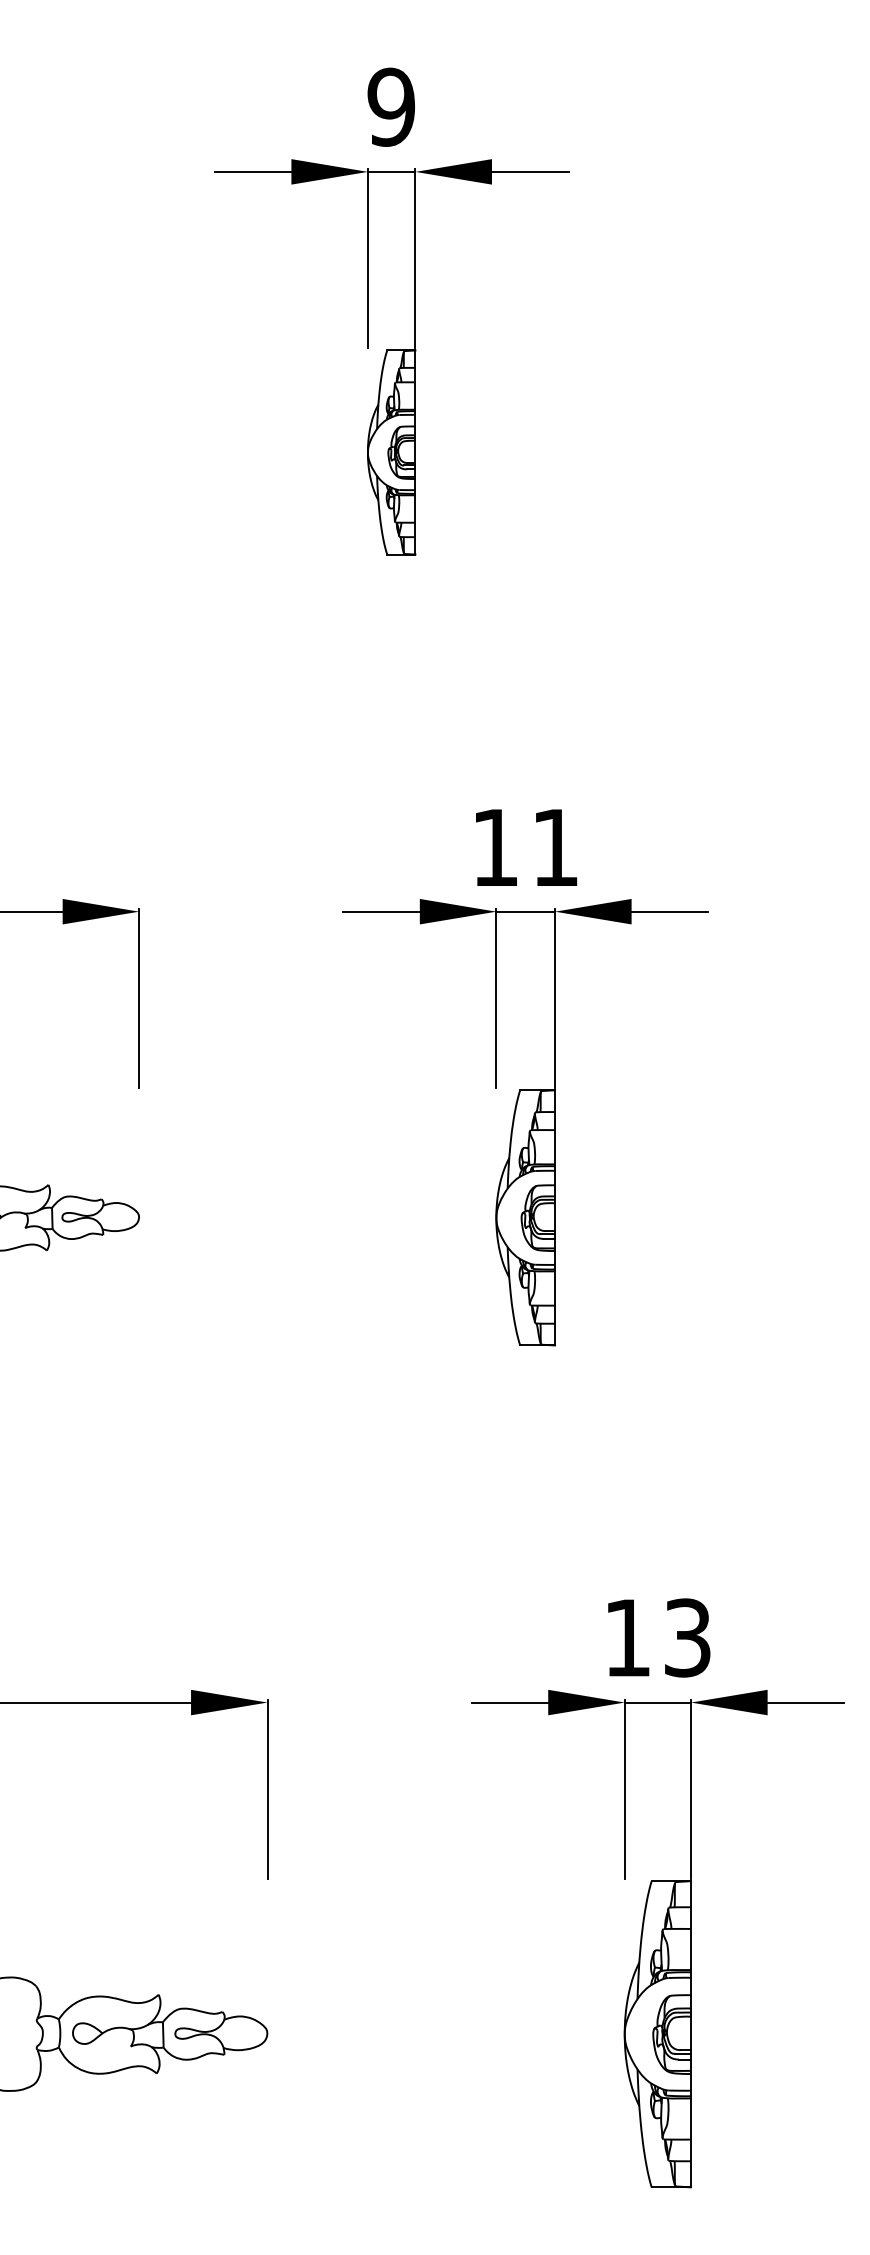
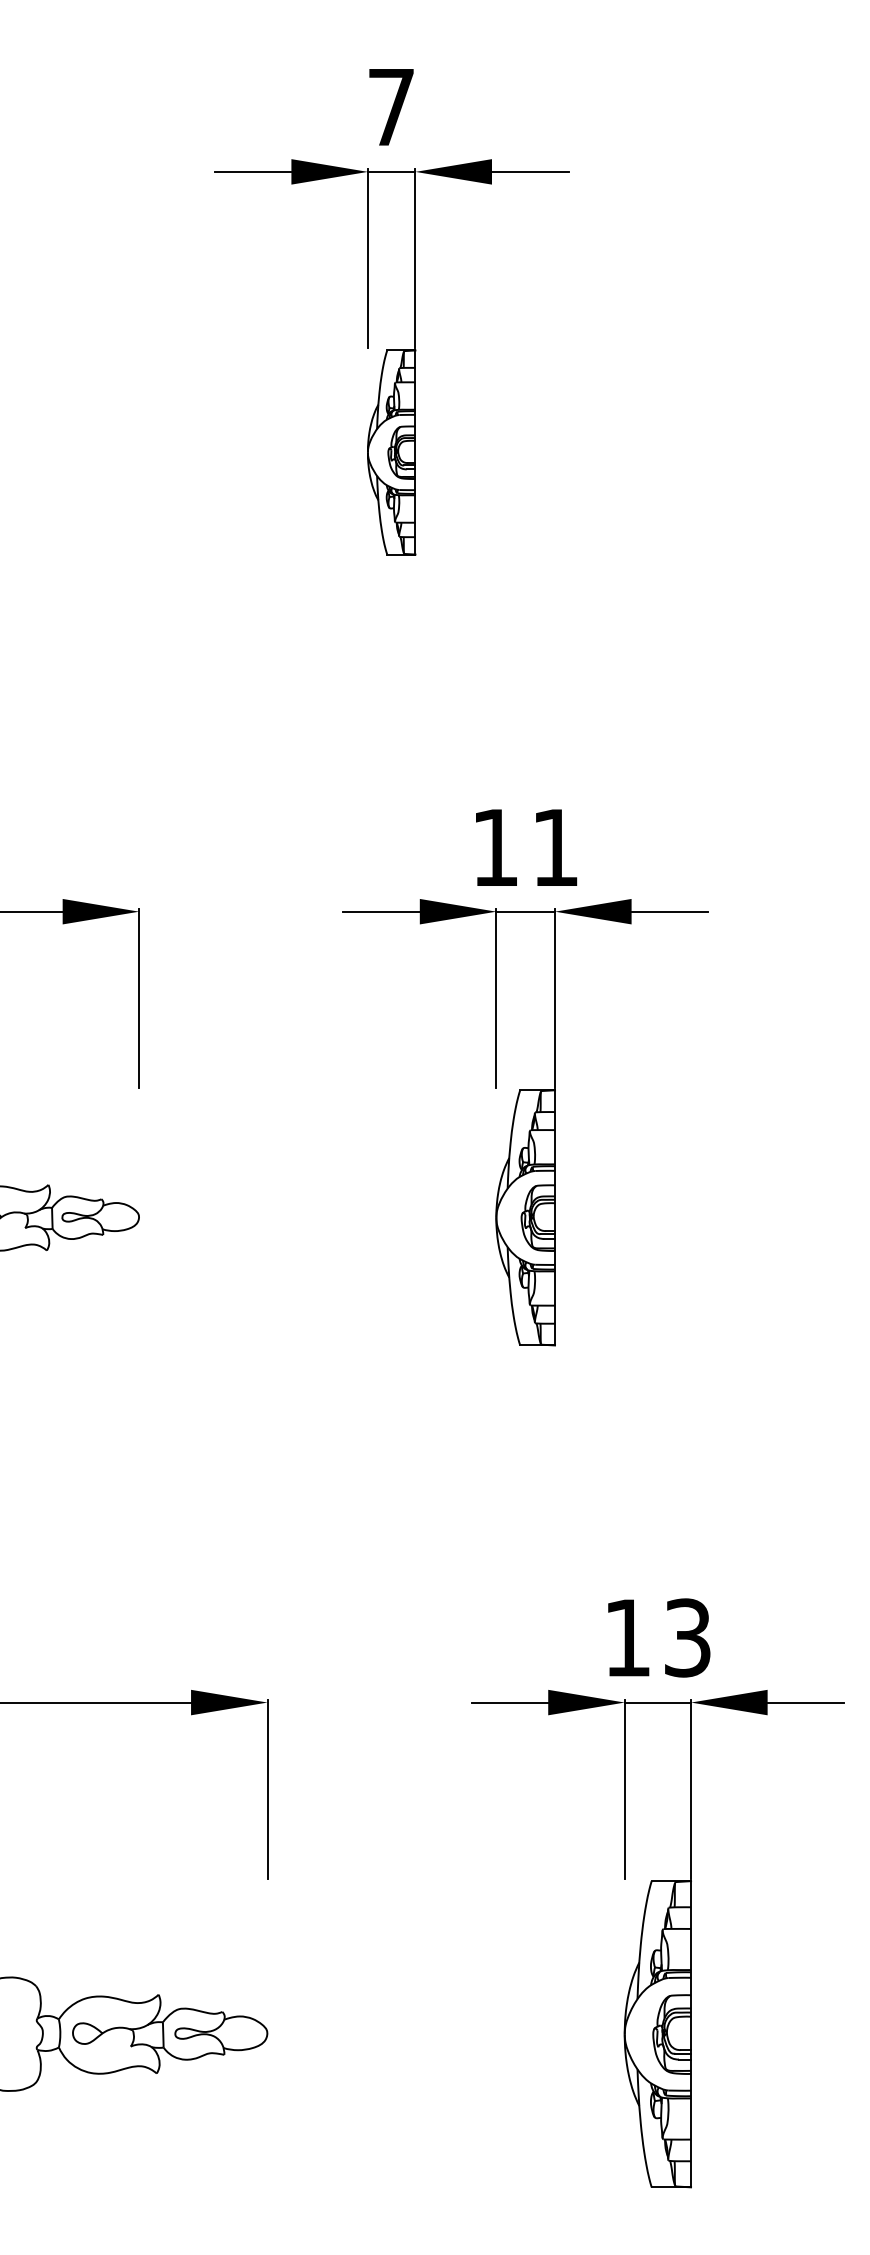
text at (391, 106): 9 -> 7
